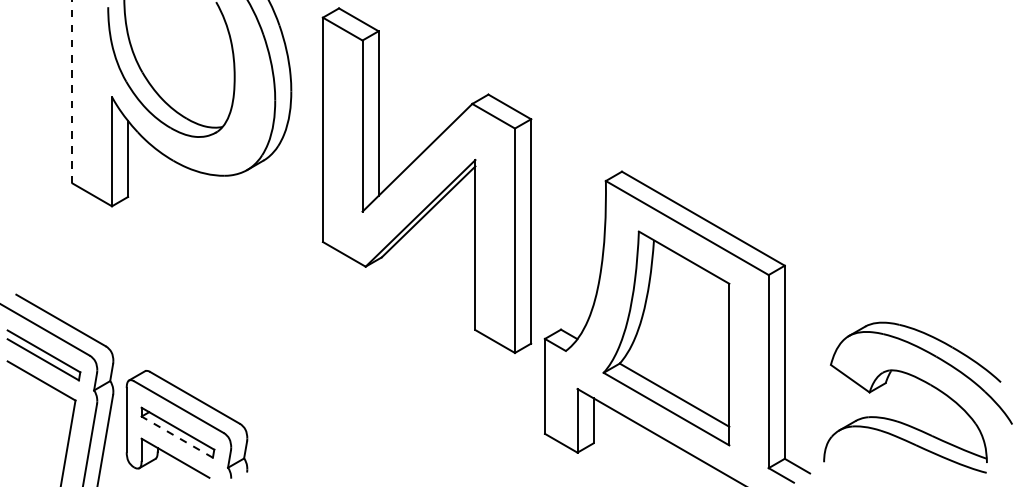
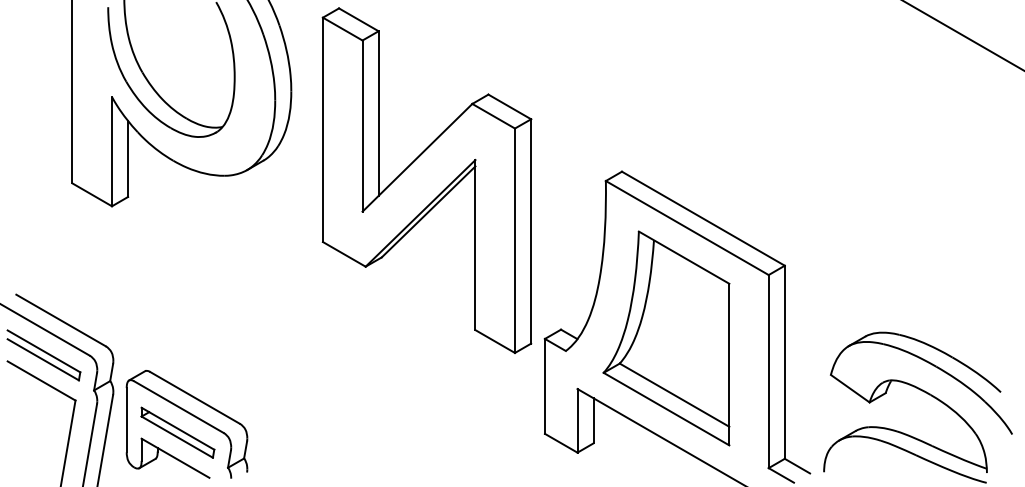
line at (963, 35): none -> present
line at (72, 92): dashed -> solid
part at (925, 383) position: (925, 383) -> (925, 393)
line at (176, 436): dashed -> solid
